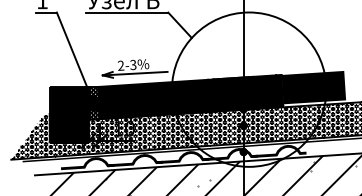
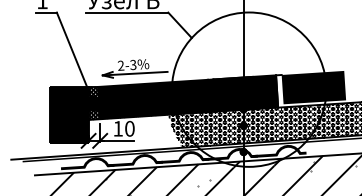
hatch at (279, 91): present -> none
hatch at (96, 136): present -> none
